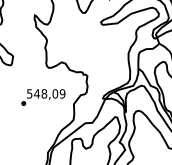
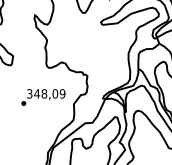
text at (29, 93): 548,09 -> 348,09
